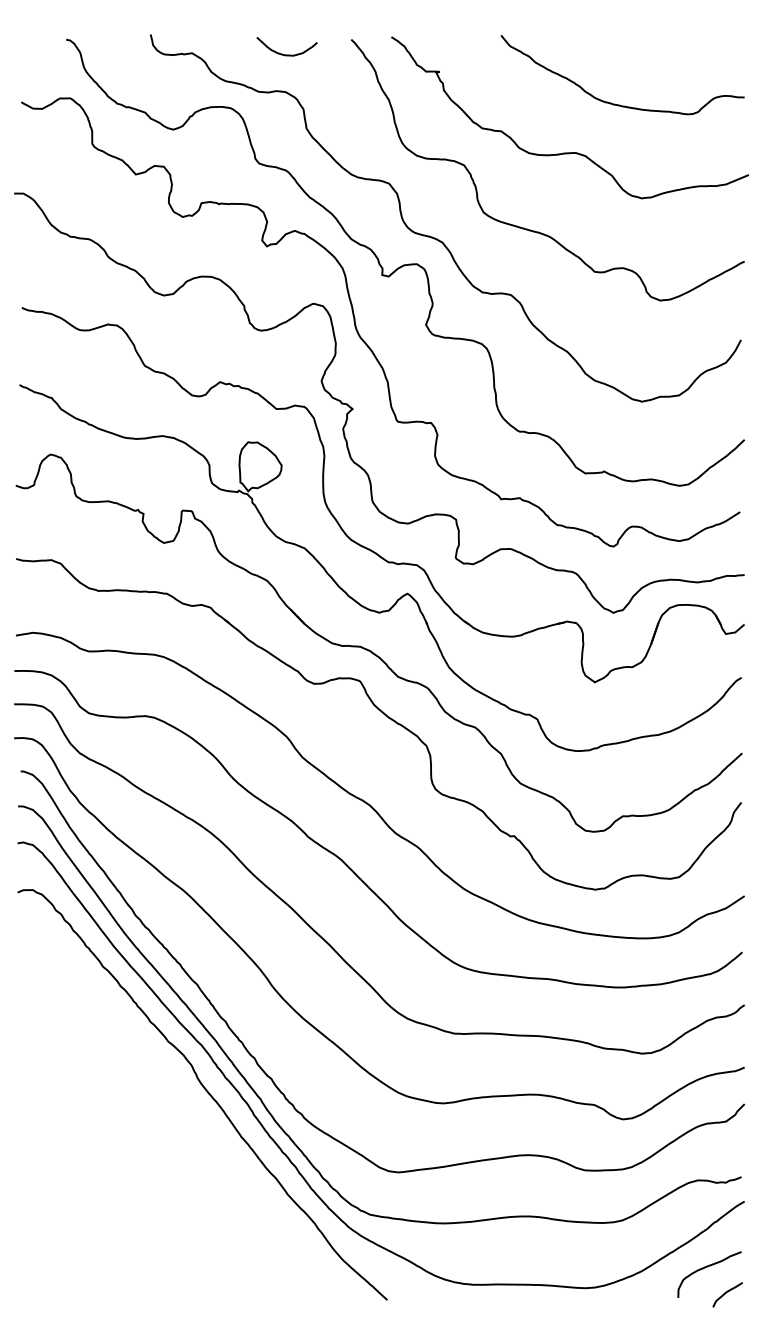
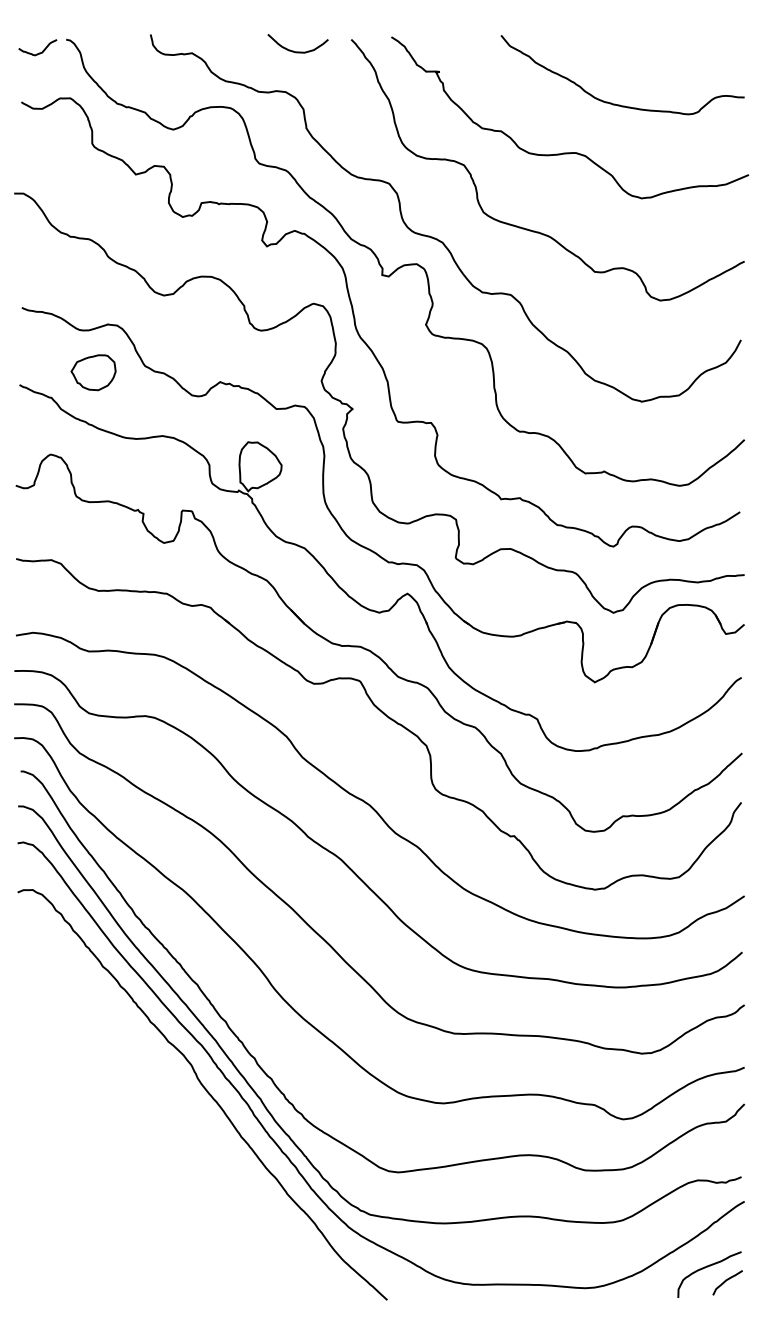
curve at (39, 52): none -> present
curve at (286, 54) position: (286, 54) -> (297, 51)
part at (93, 372): none -> present
curve at (726, 1293) position: (726, 1293) -> (726, 1281)
